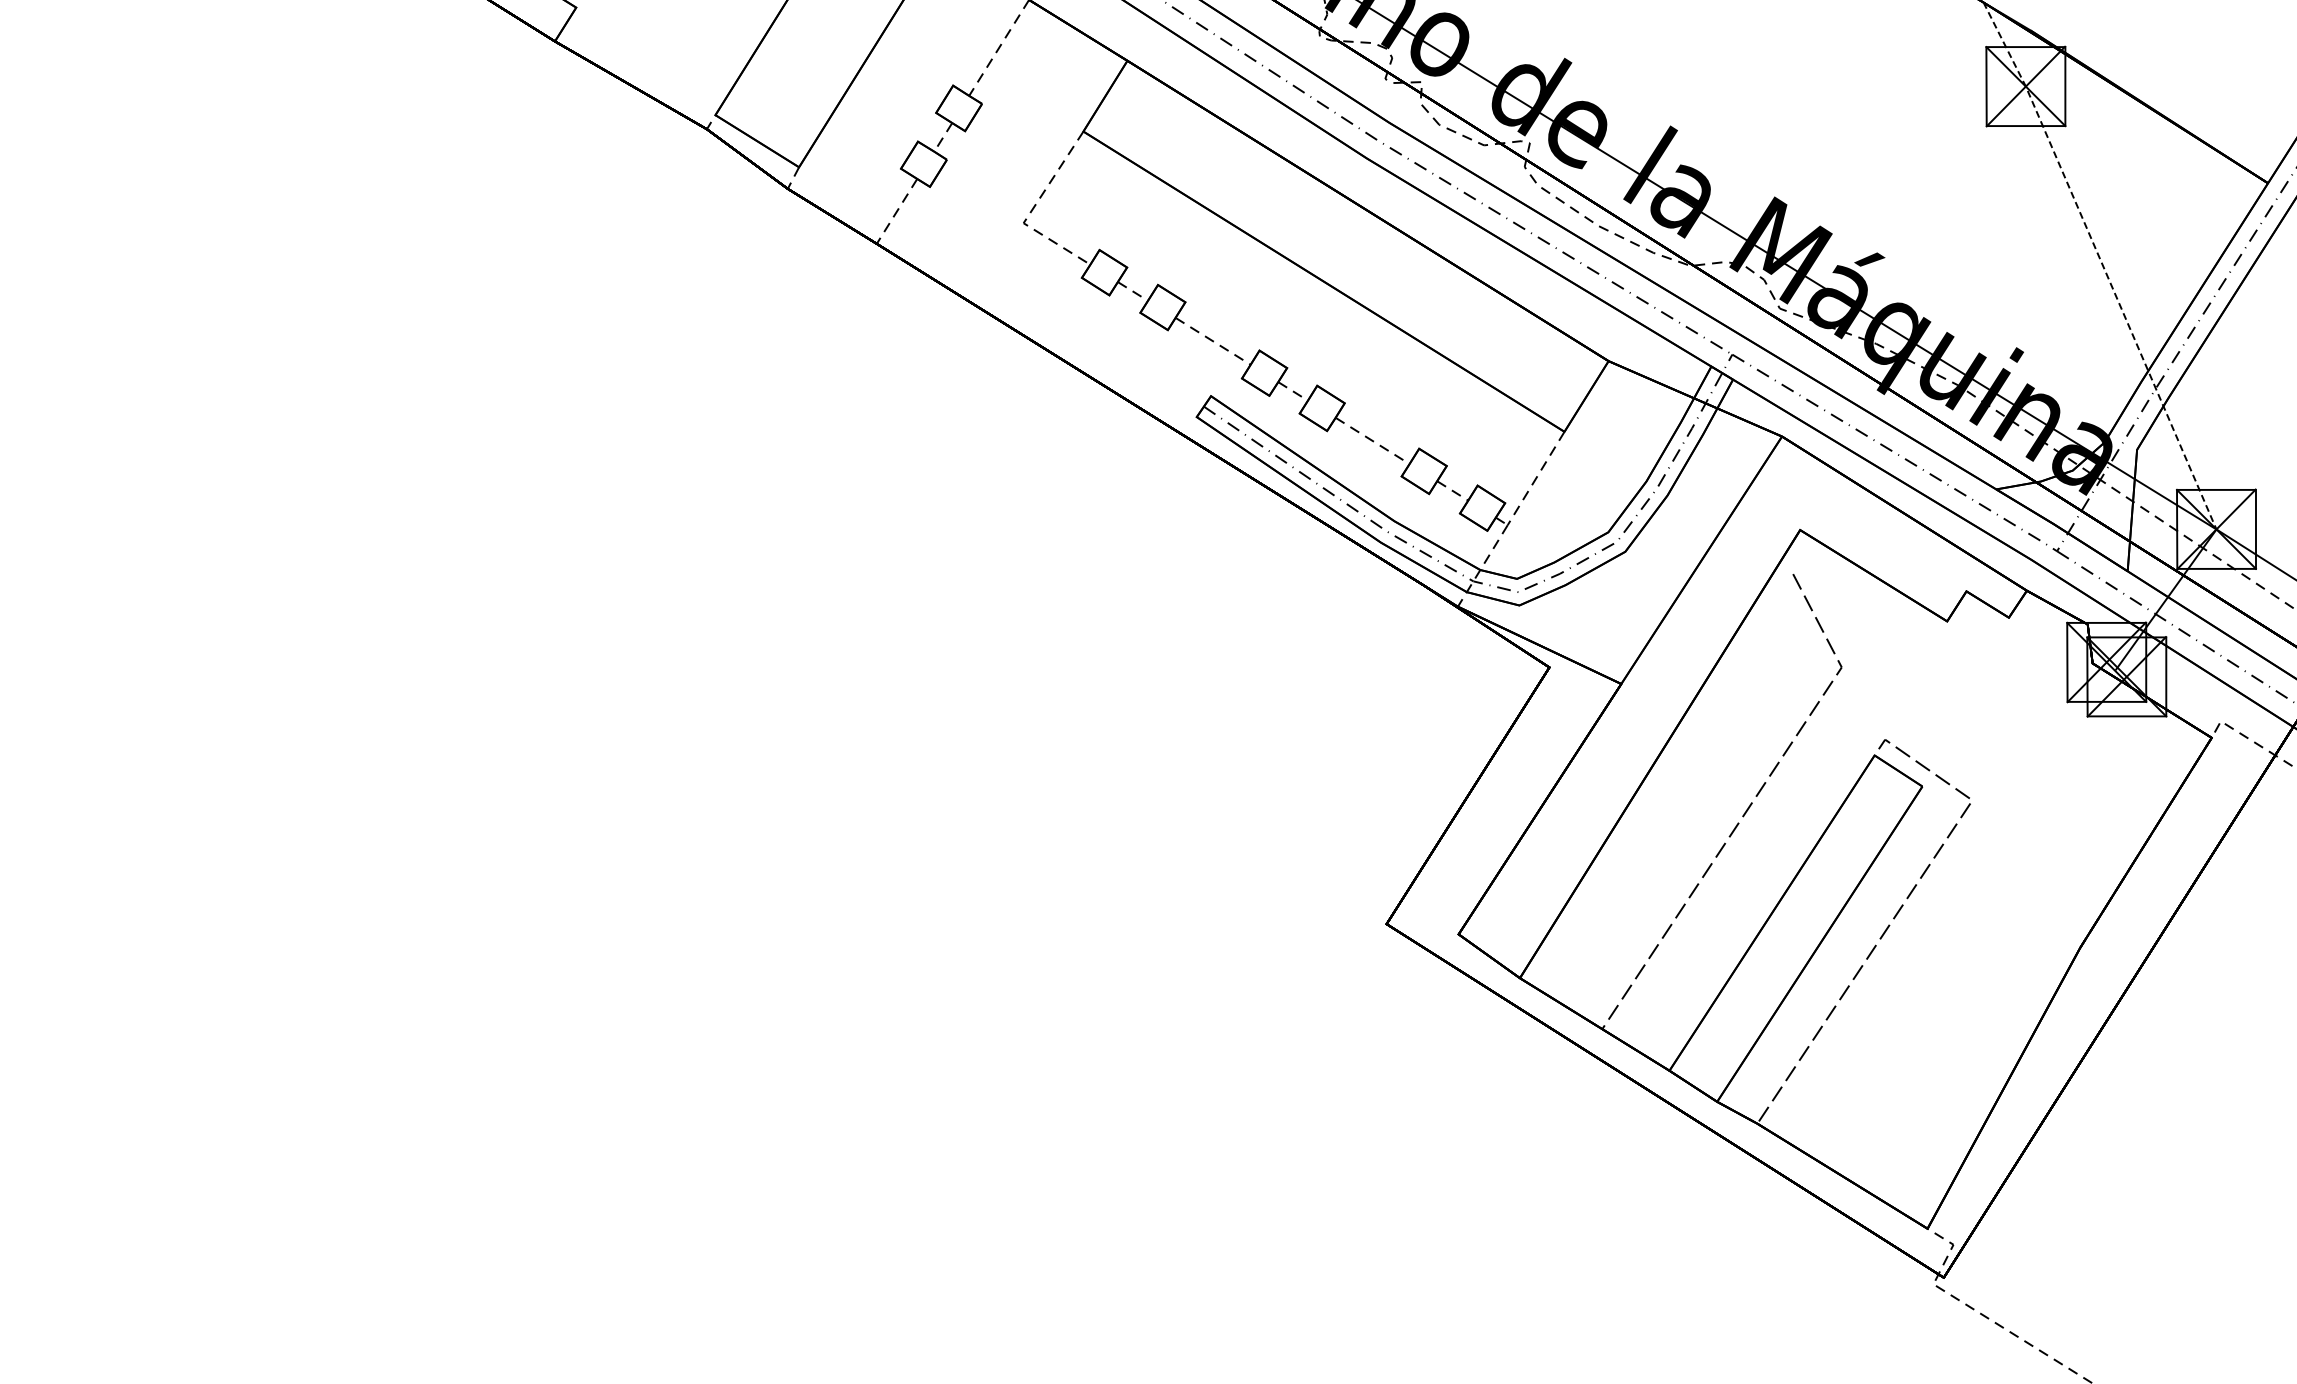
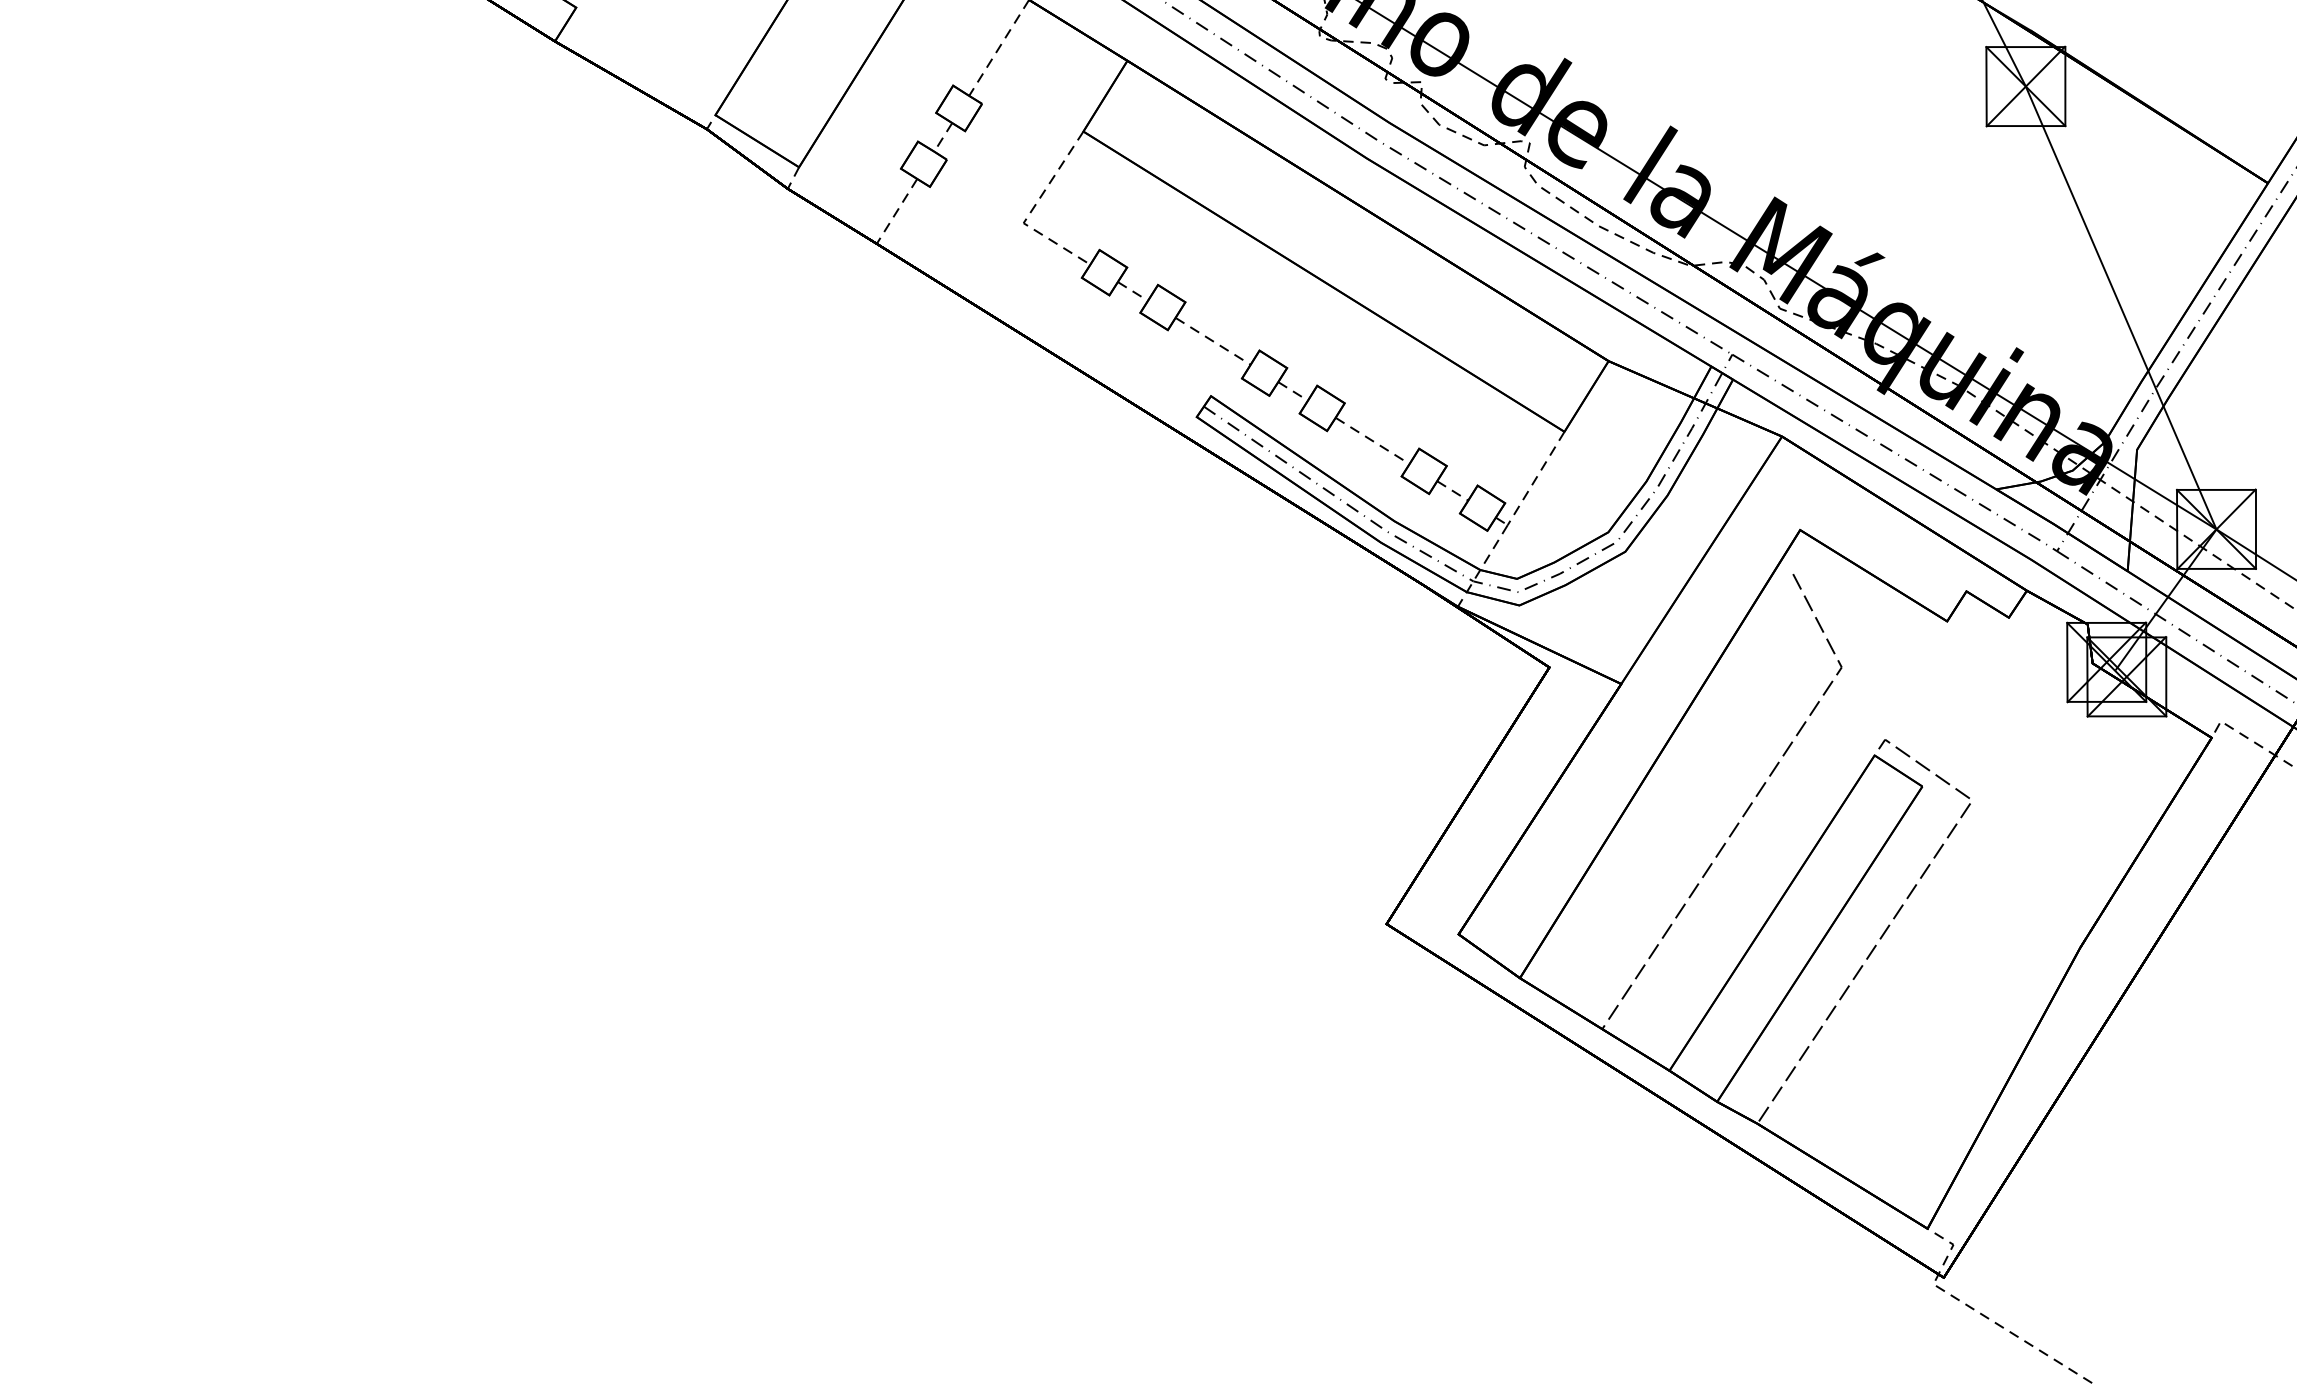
line at (2102, 263): dashed -> solid
